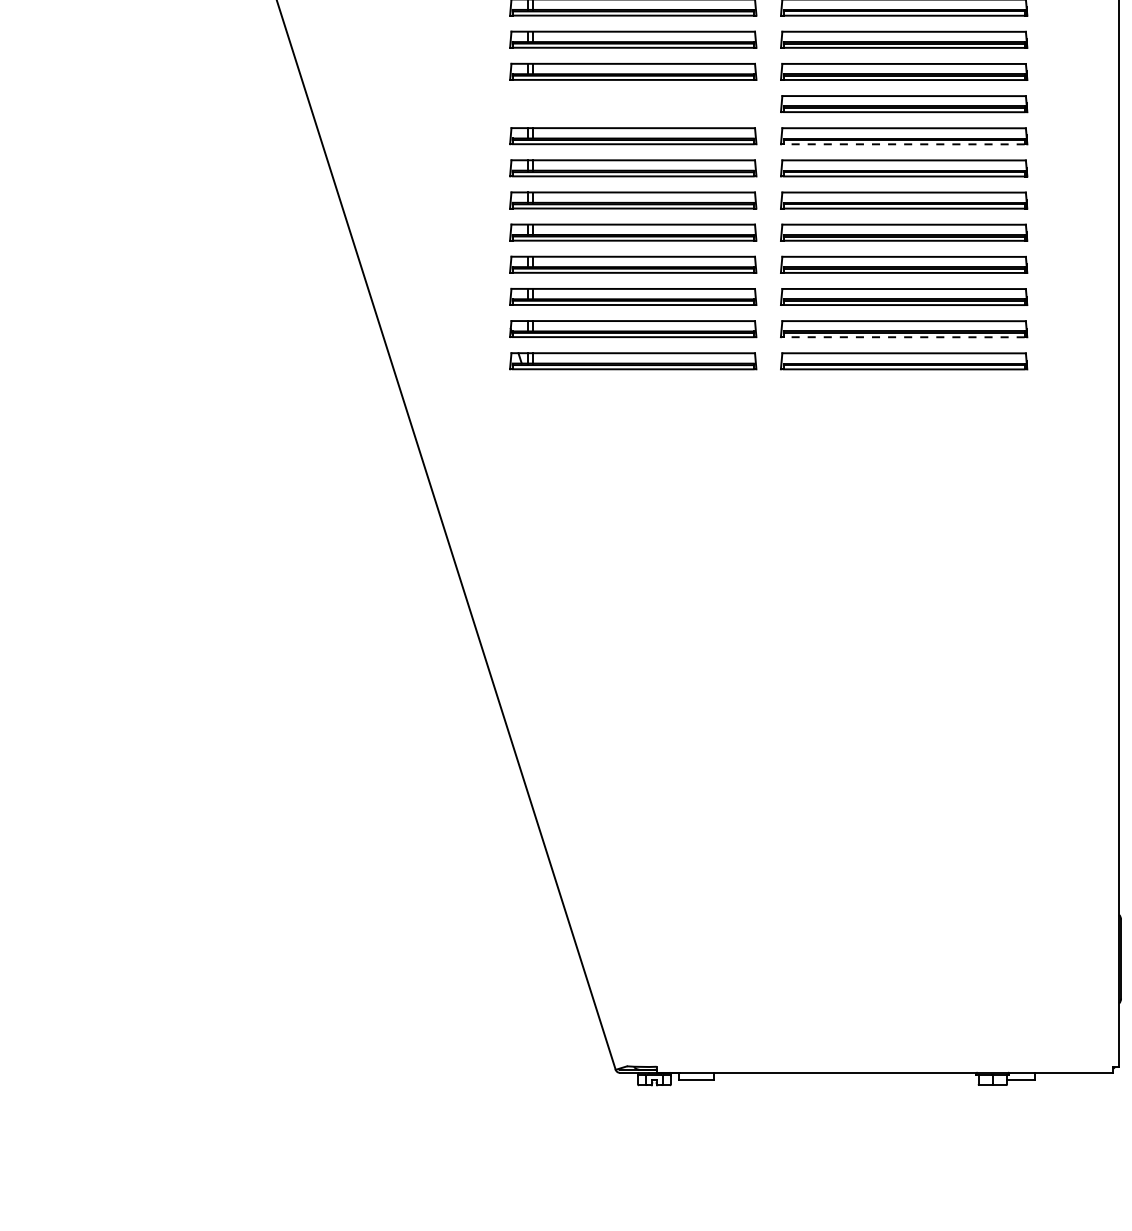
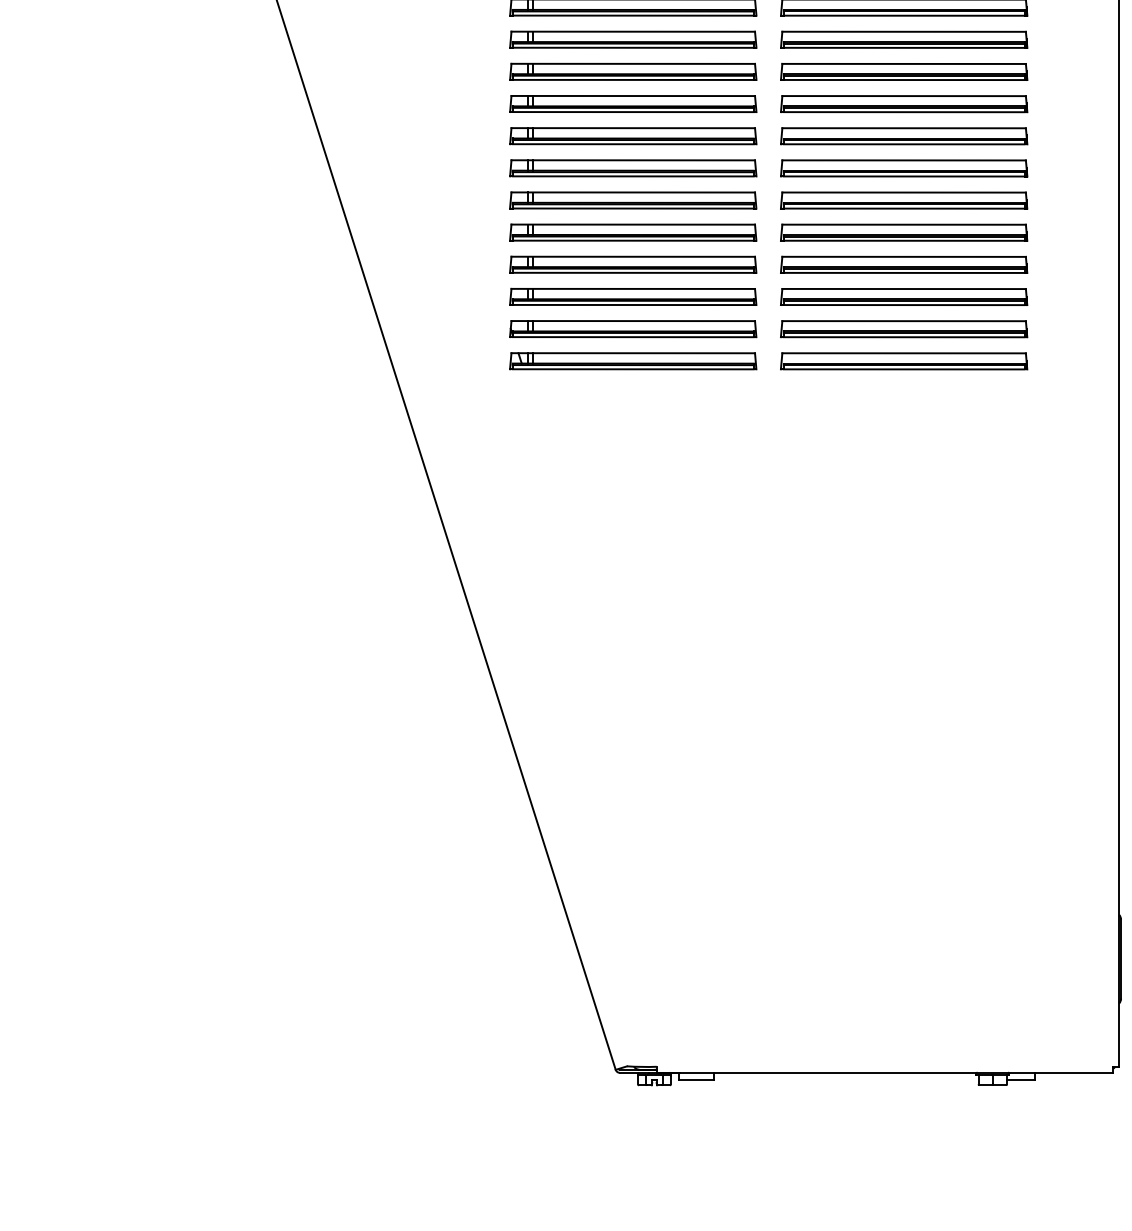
part at (633, 103): none -> present
line at (904, 144): dashed -> solid
line at (904, 337): dashed -> solid
